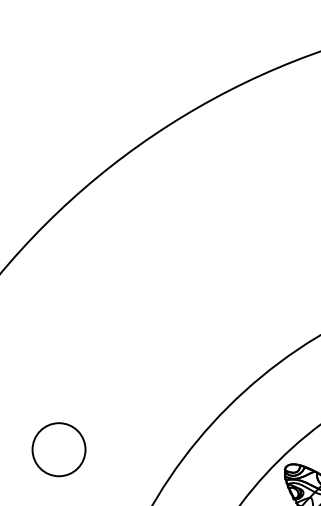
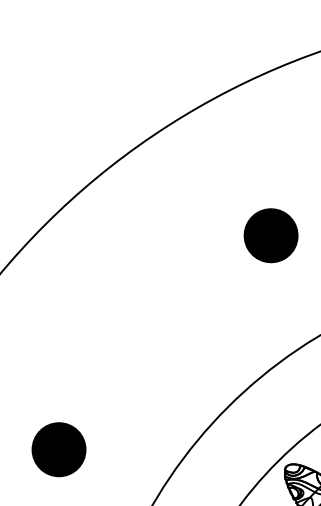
part at (270, 235): none -> present
fill at (58, 449): none -> present
